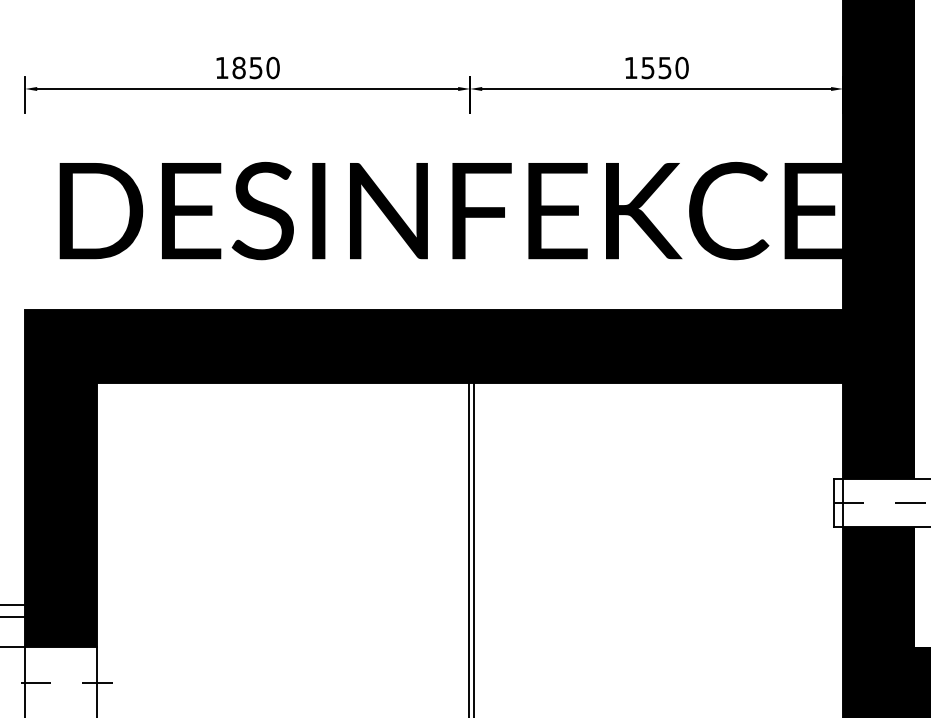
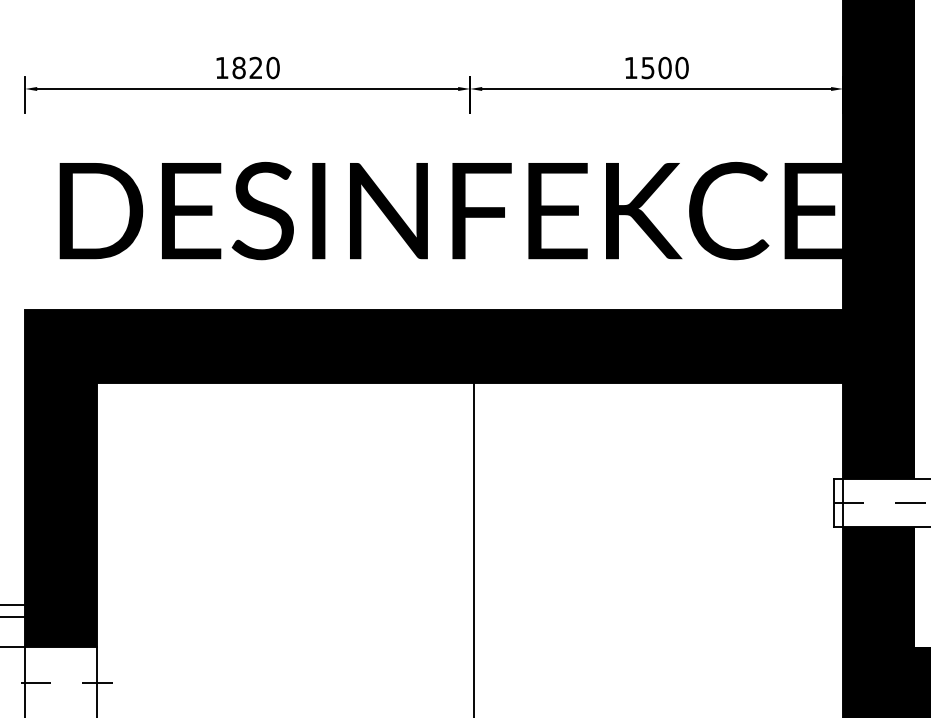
text at (255, 67): 1850 -> 1820
text at (664, 67): 1550 -> 1500
line at (469, 548): present -> none
